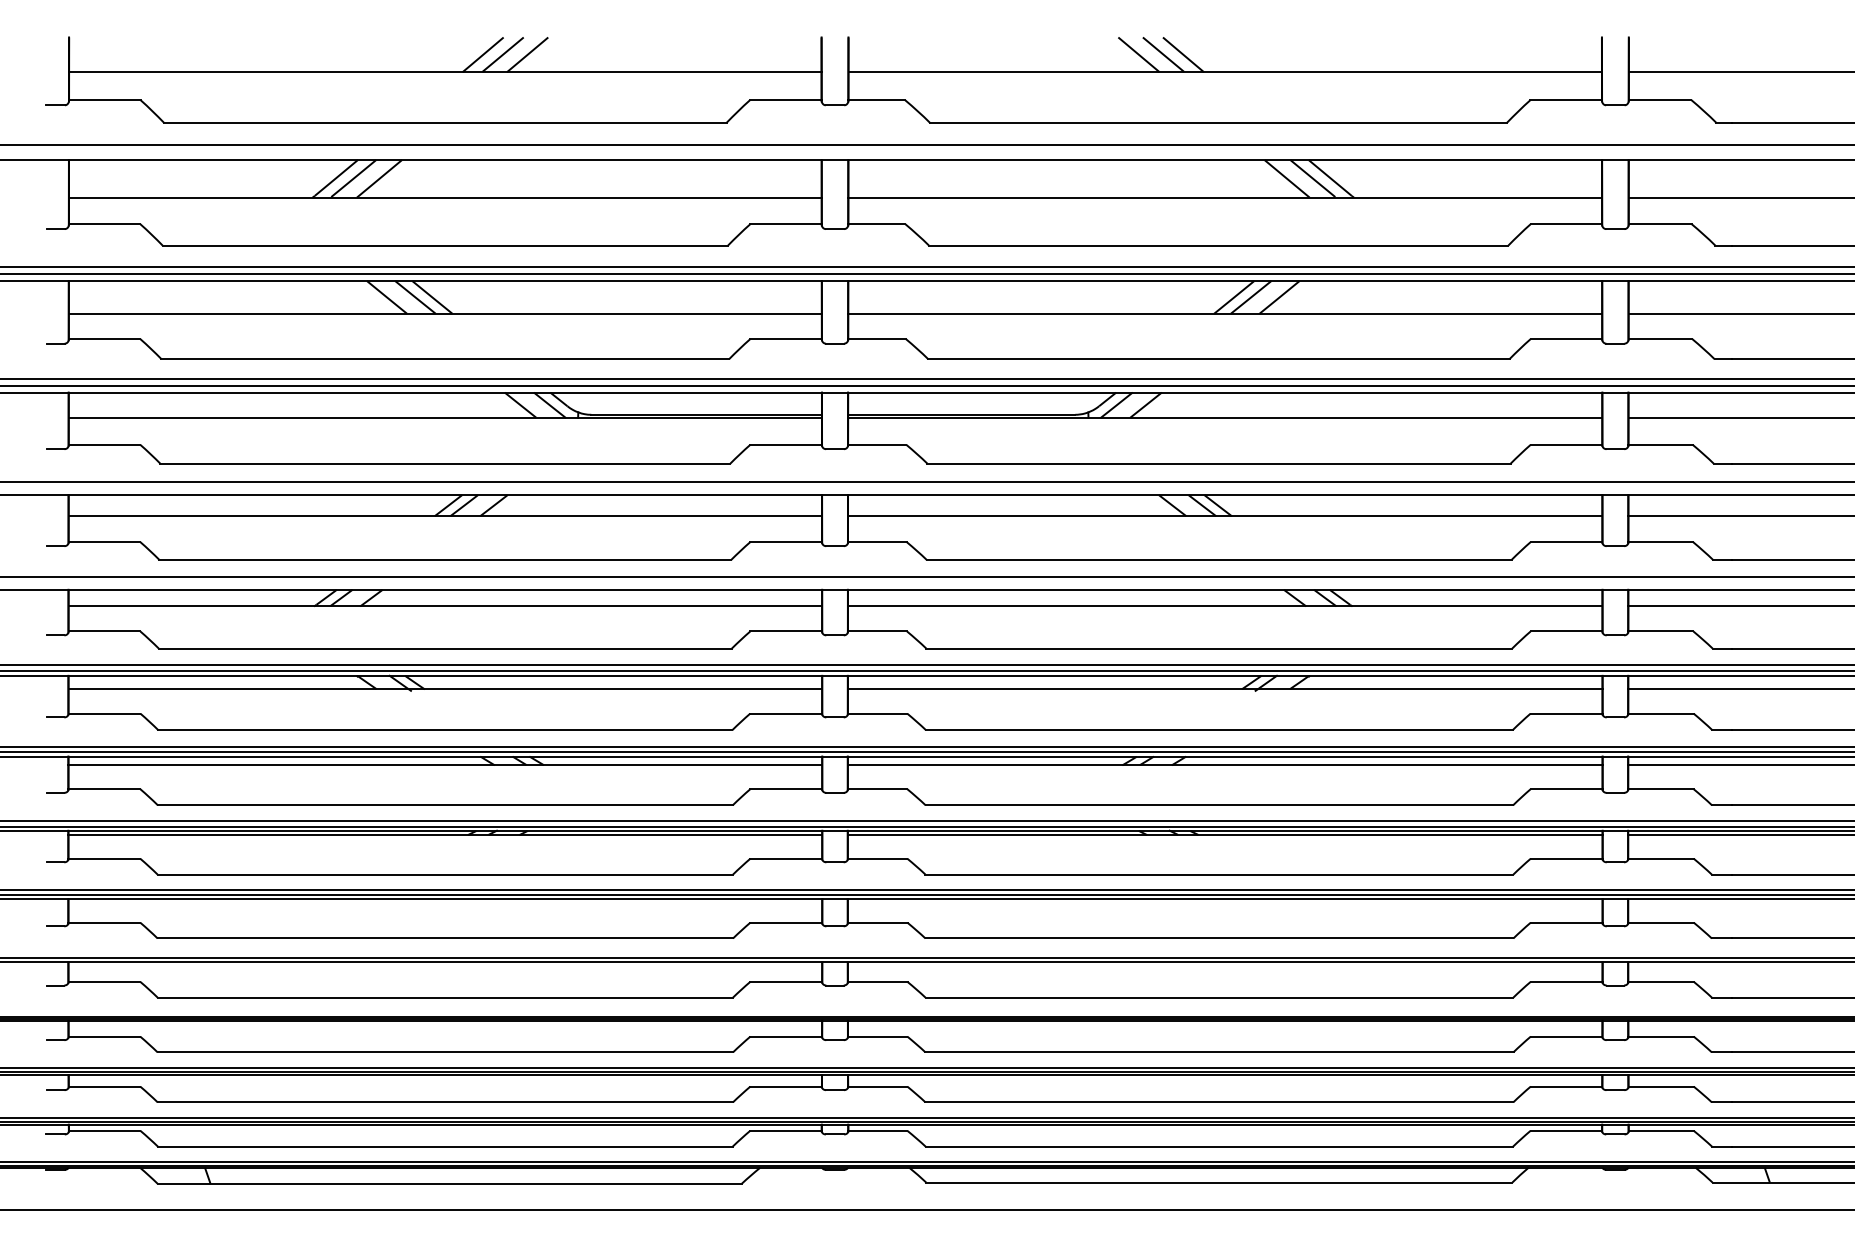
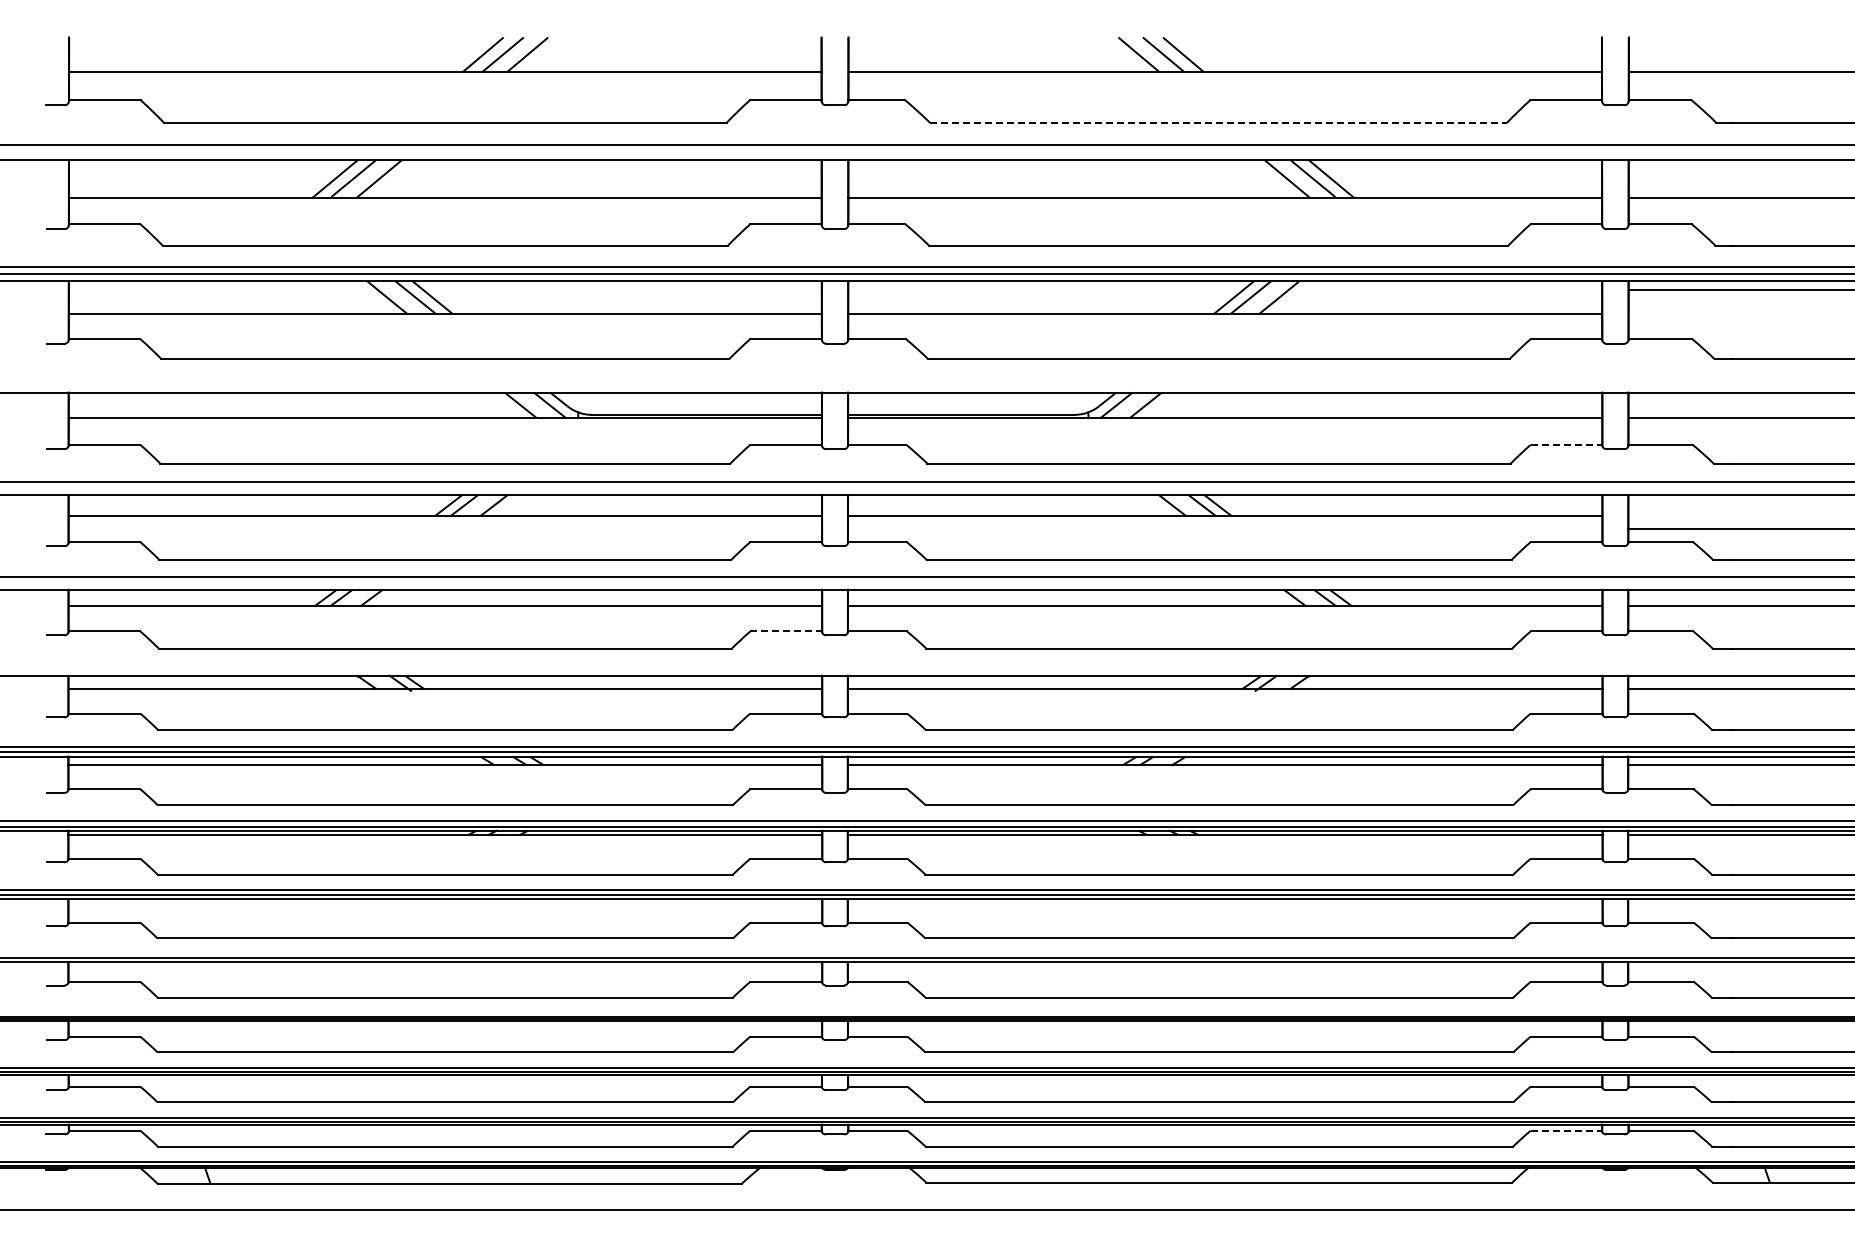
line at (1218, 122): solid -> dashed
line at (1739, 313) position: (1739, 313) -> (1739, 289)
line at (926, 378): present -> none
line at (926, 386): present -> none
line at (1566, 444): solid -> dashed
line at (1739, 516) position: (1739, 516) -> (1739, 529)
line at (786, 631): solid -> dashed
line at (926, 665): present -> none
line at (926, 670): present -> none
line at (1566, 1130): solid -> dashed
